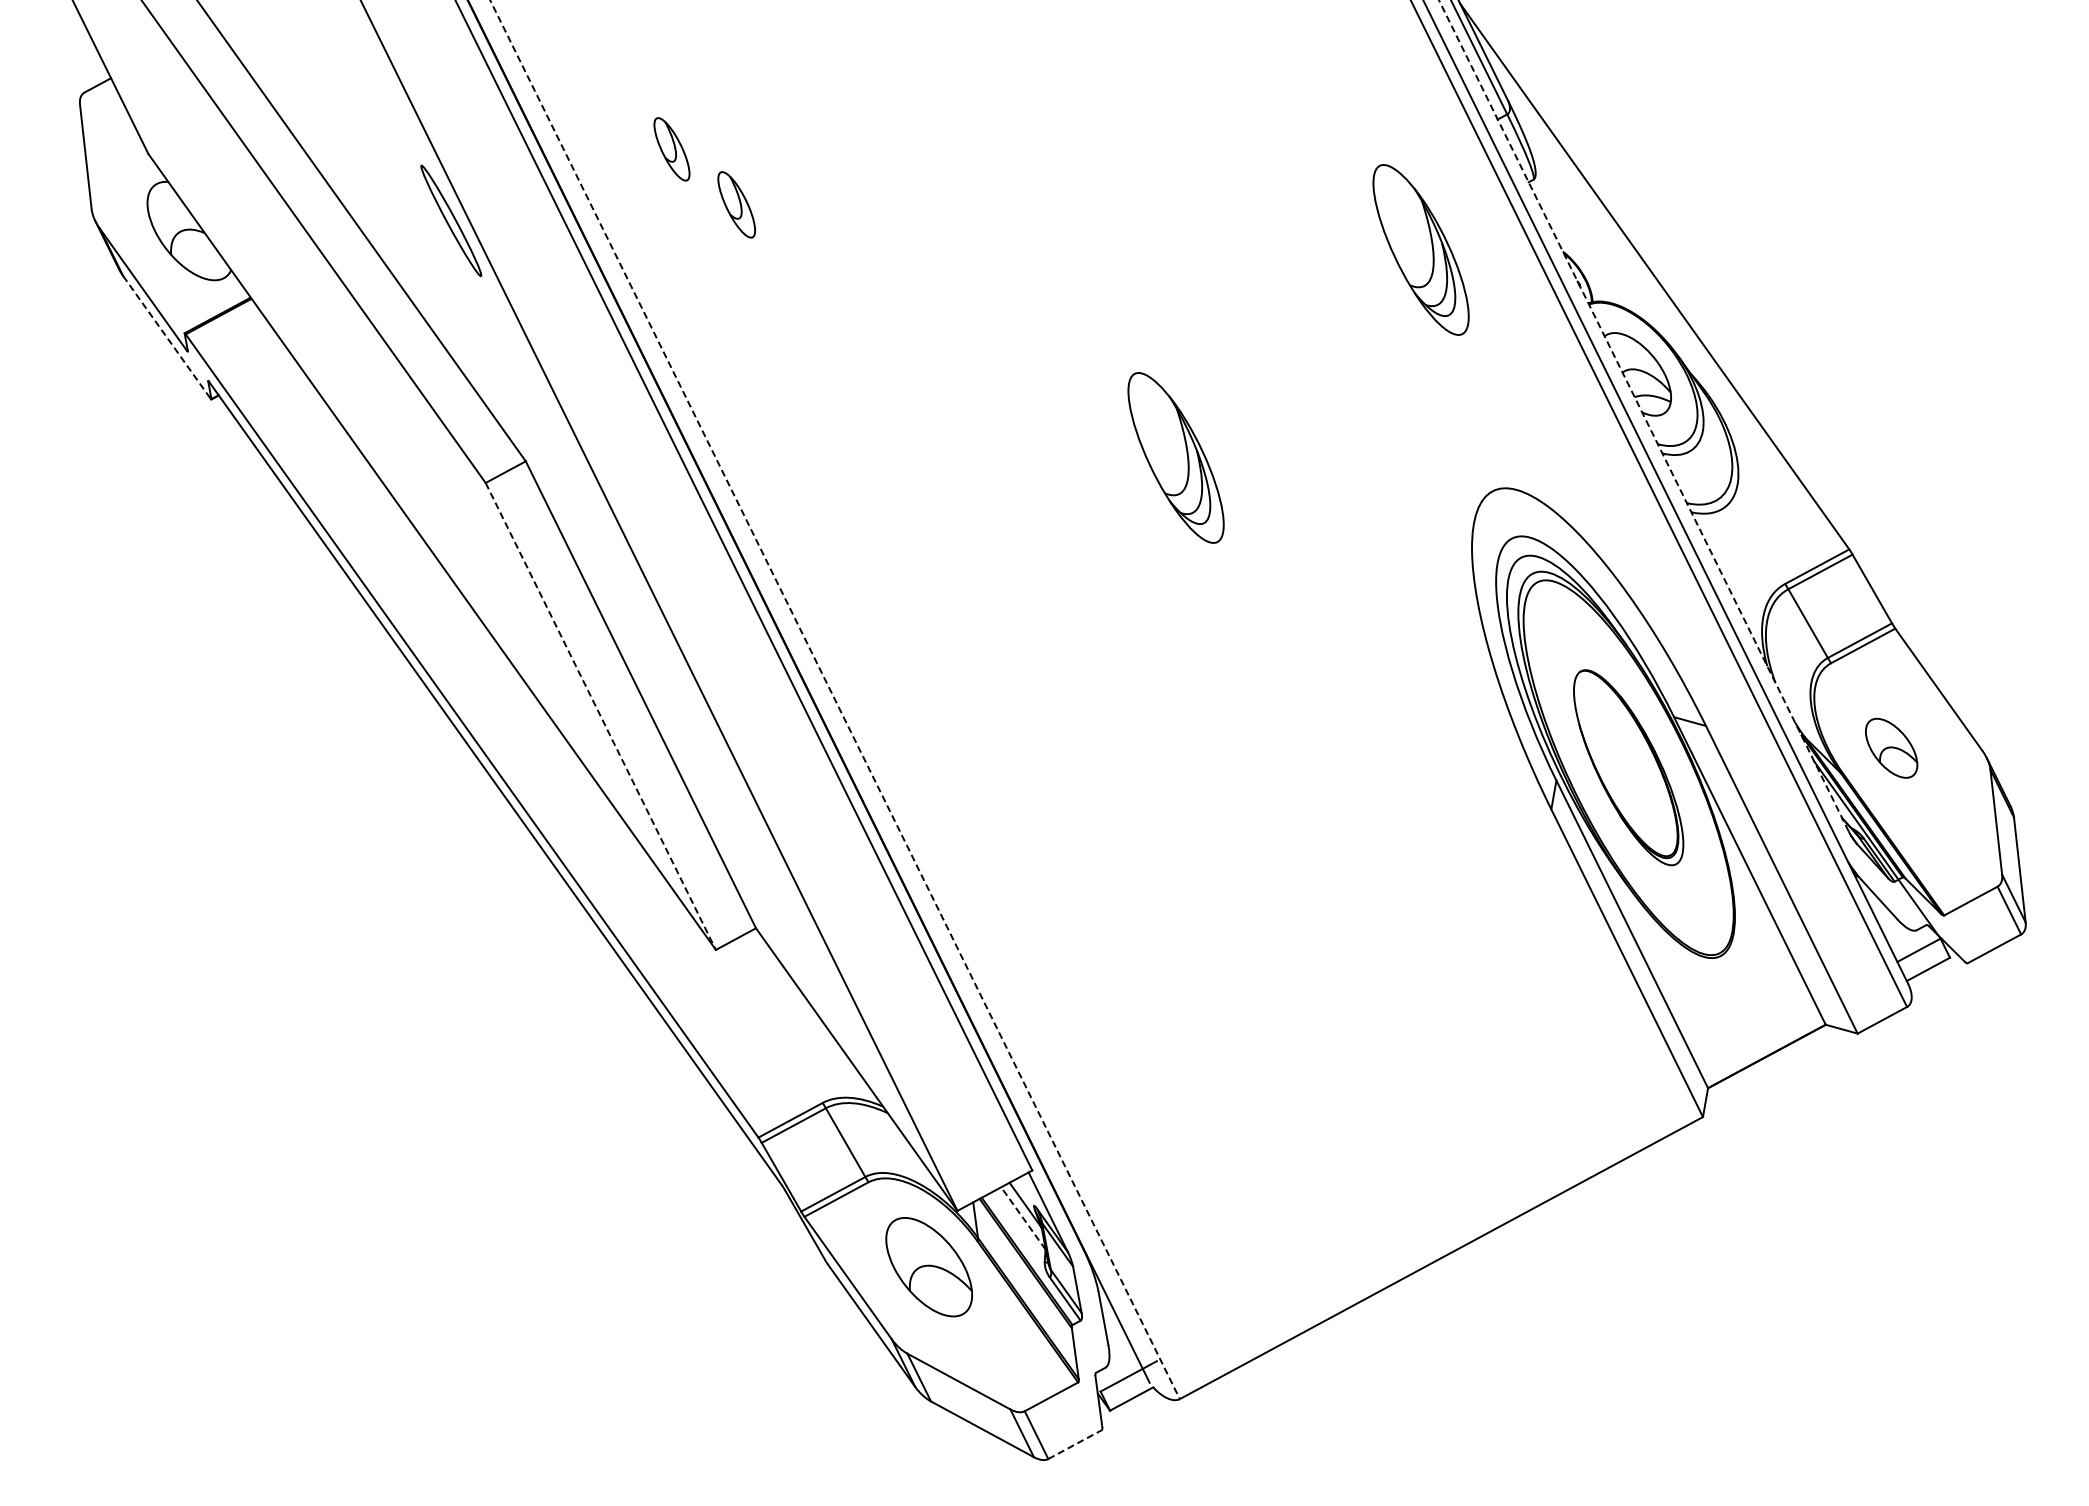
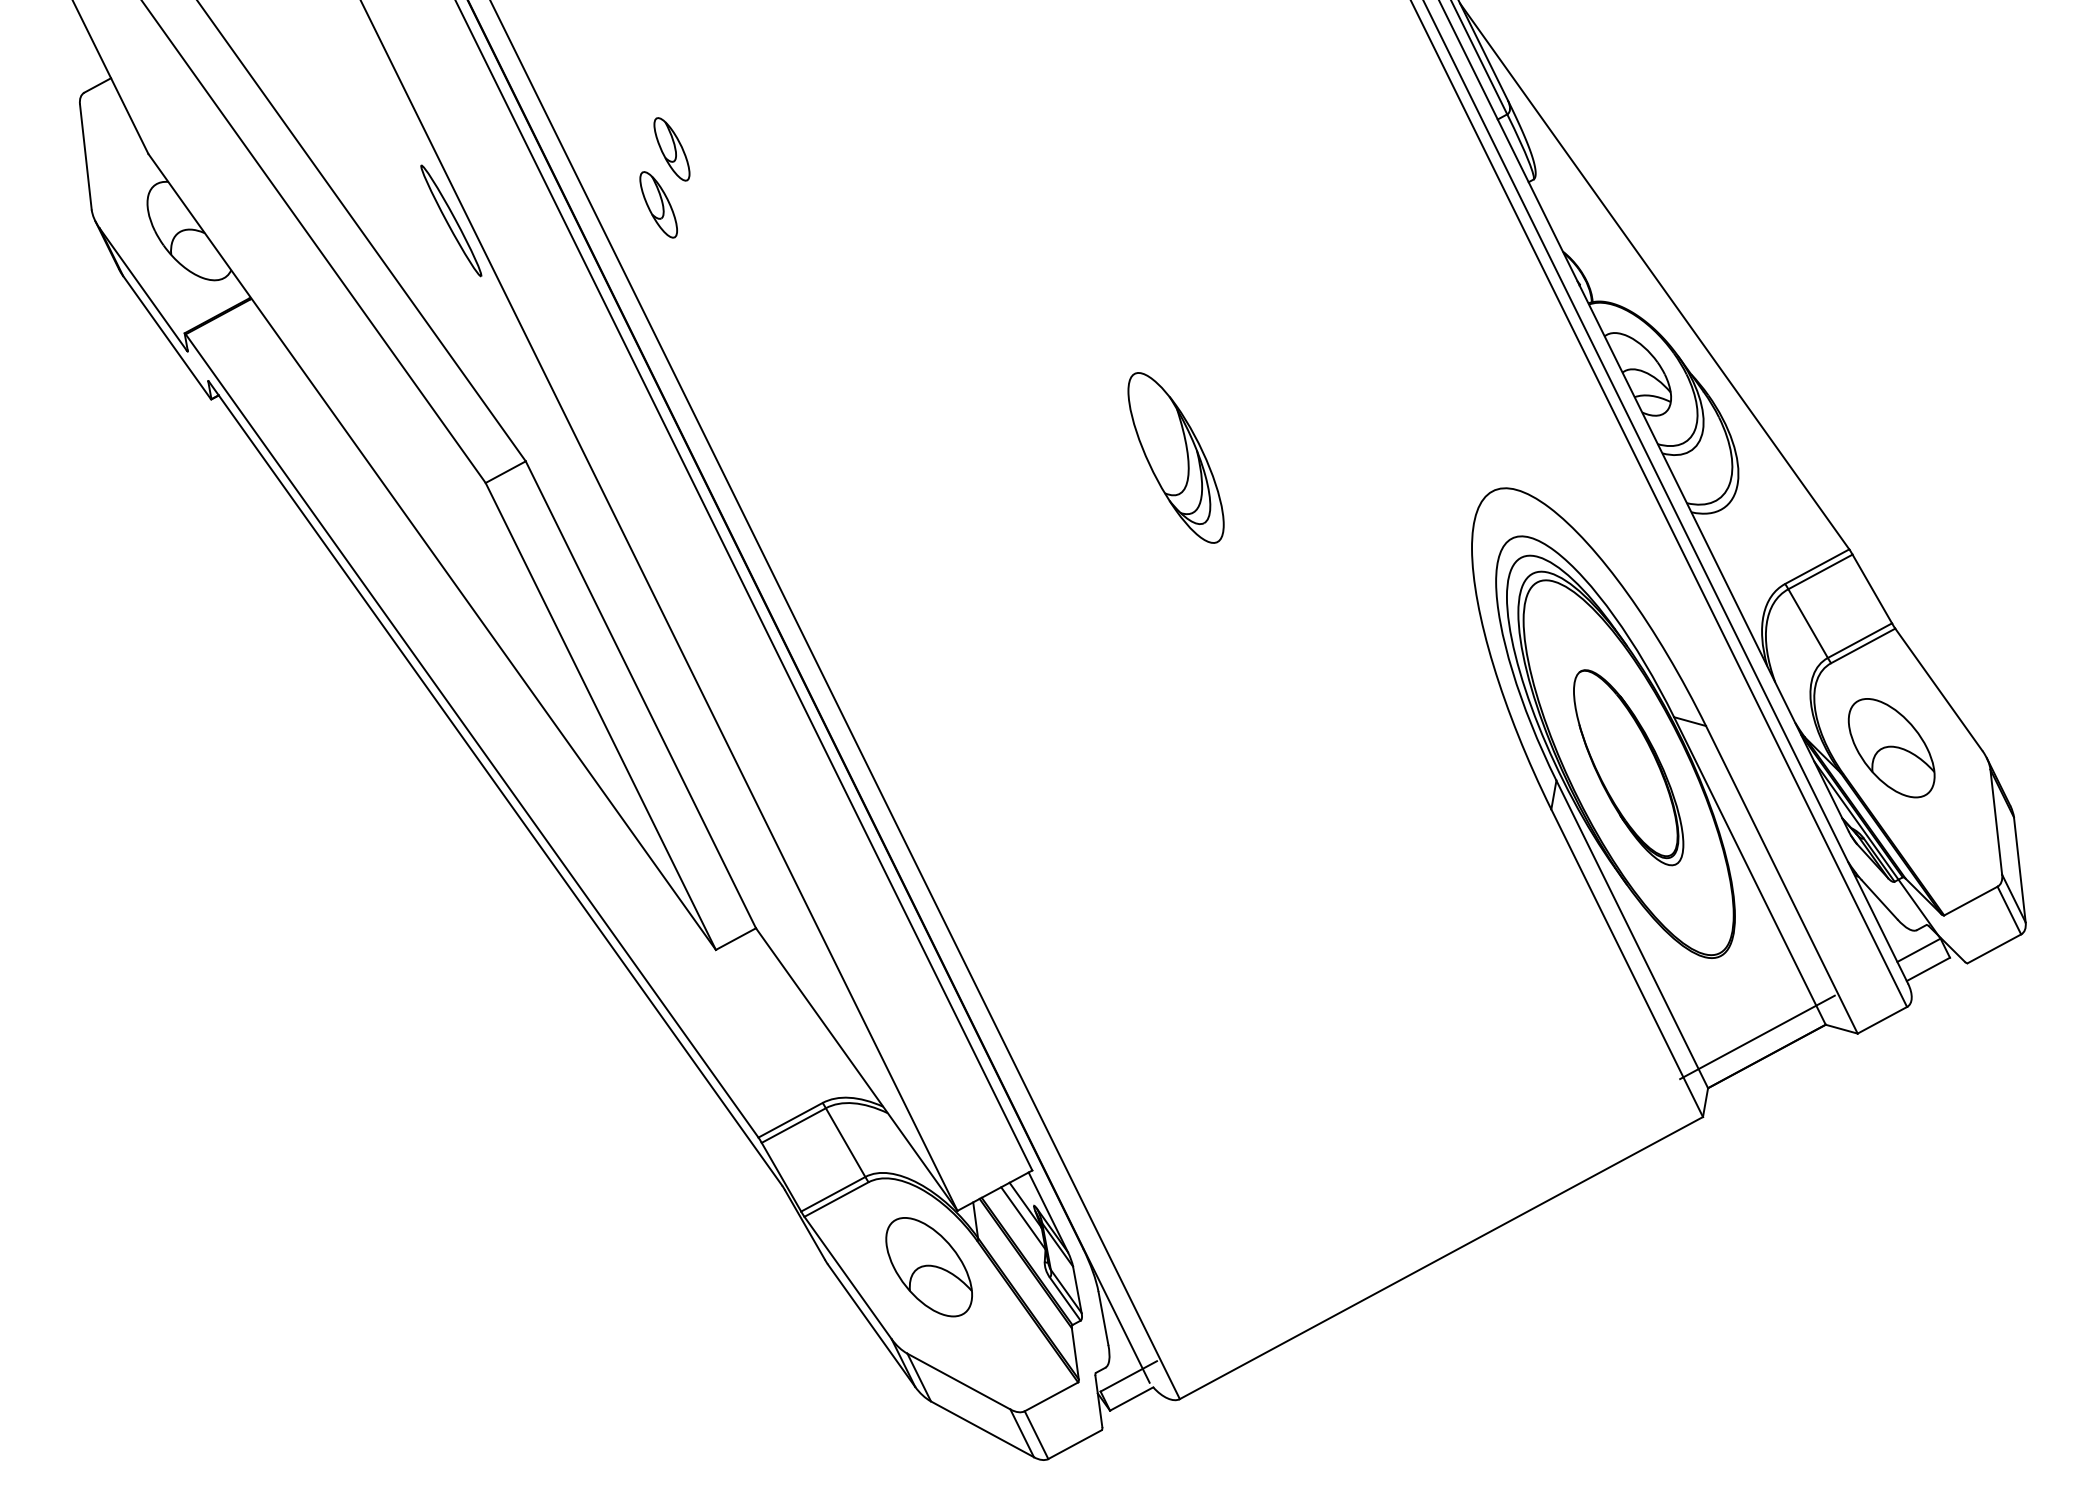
part at (736, 204) position: (736, 204) -> (658, 204)
part at (1420, 249): present -> none
line at (167, 337): dashed -> solid
line at (1643, 415): dashed -> solid
line at (834, 699): dashed -> solid
line at (601, 716): dashed -> solid
part at (1891, 747) size: 54x62 px -> 89x101 px
line at (1757, 1037): none -> present
line at (1023, 1217): dashed -> solid
line at (1075, 1444): dashed -> solid
